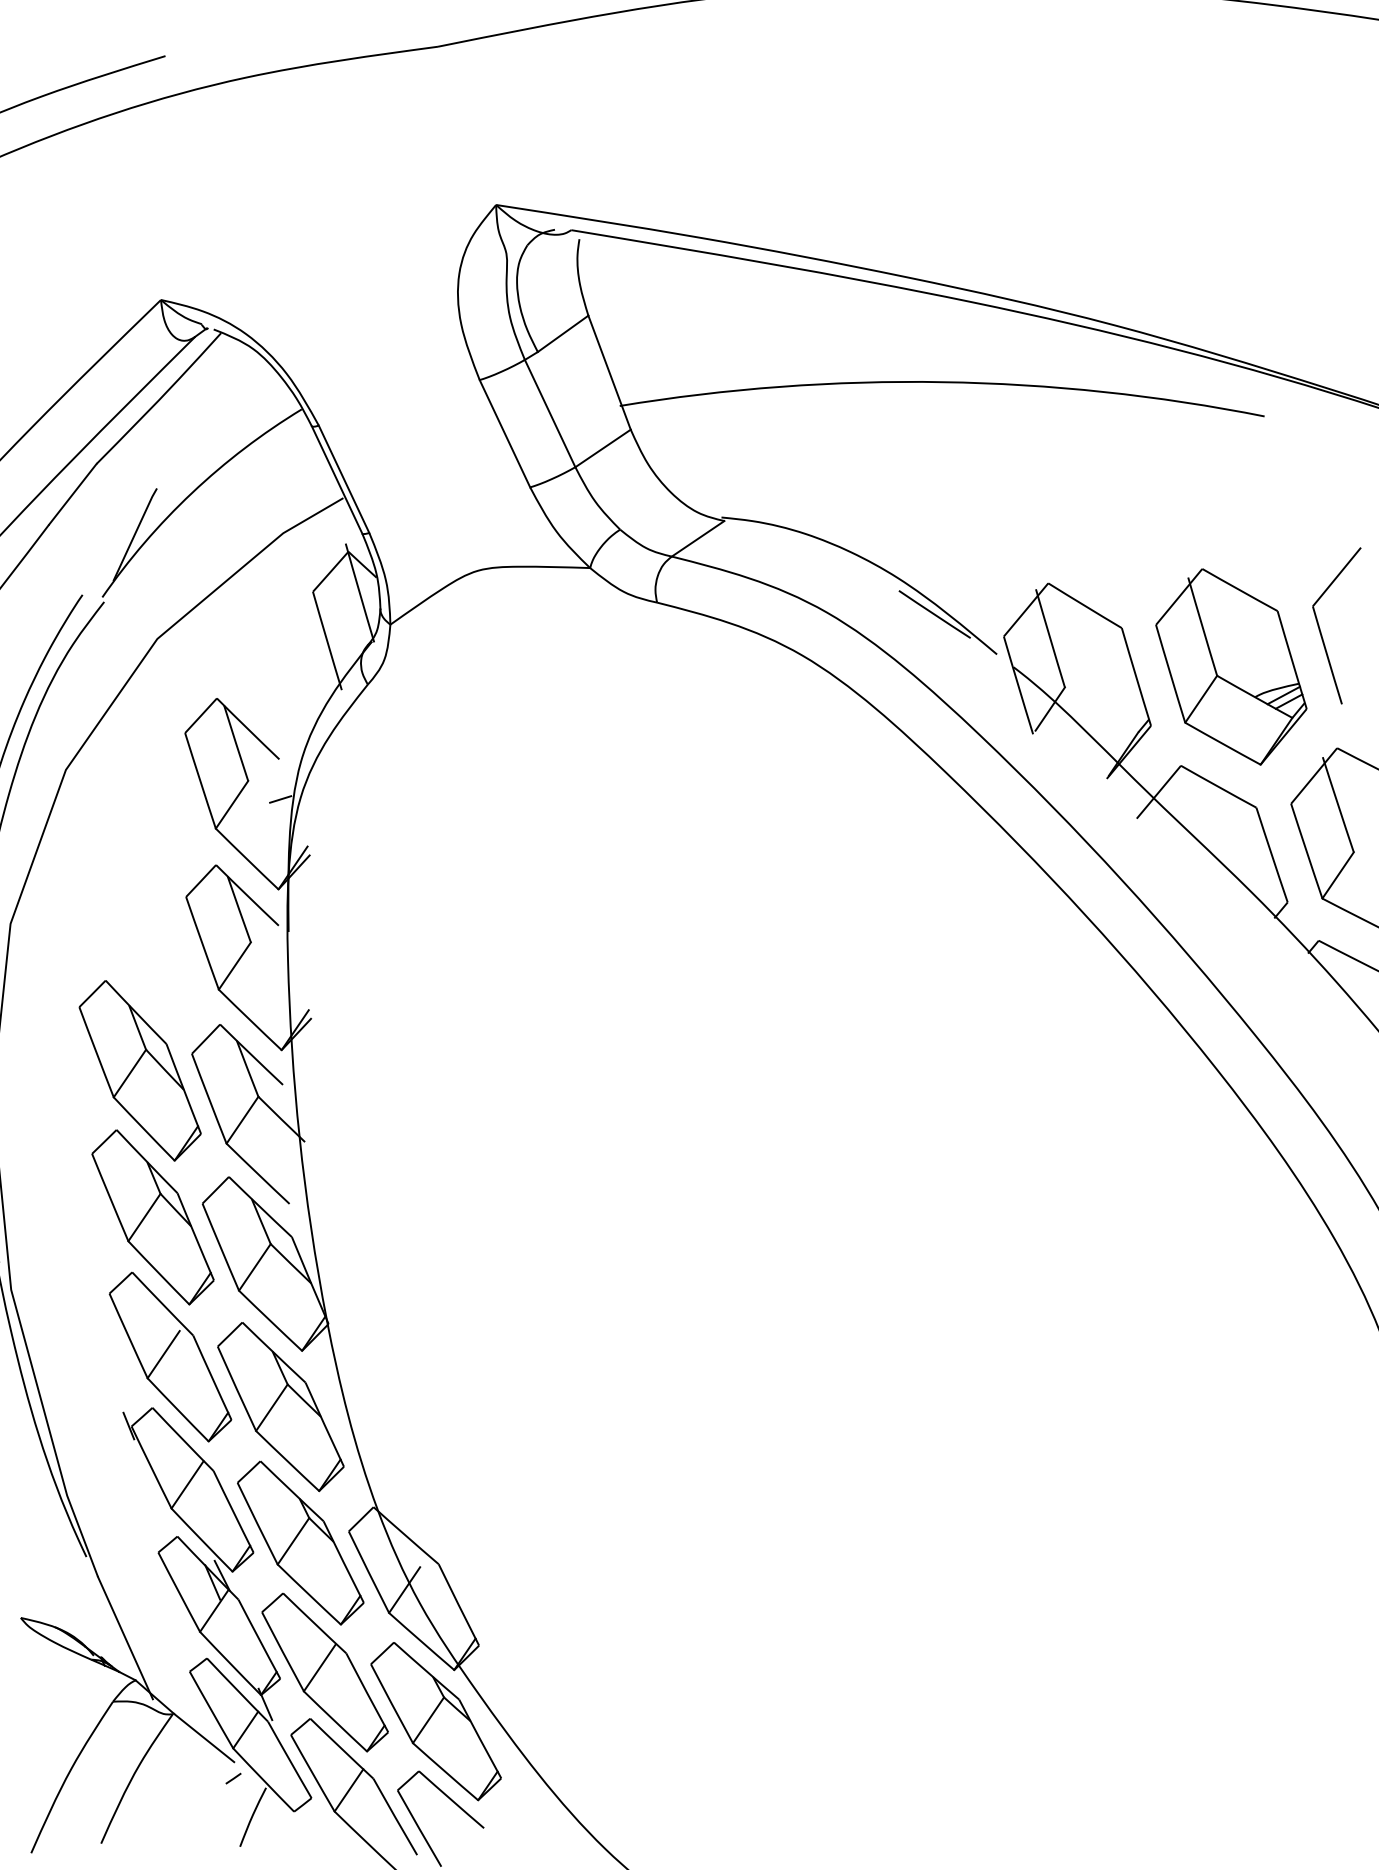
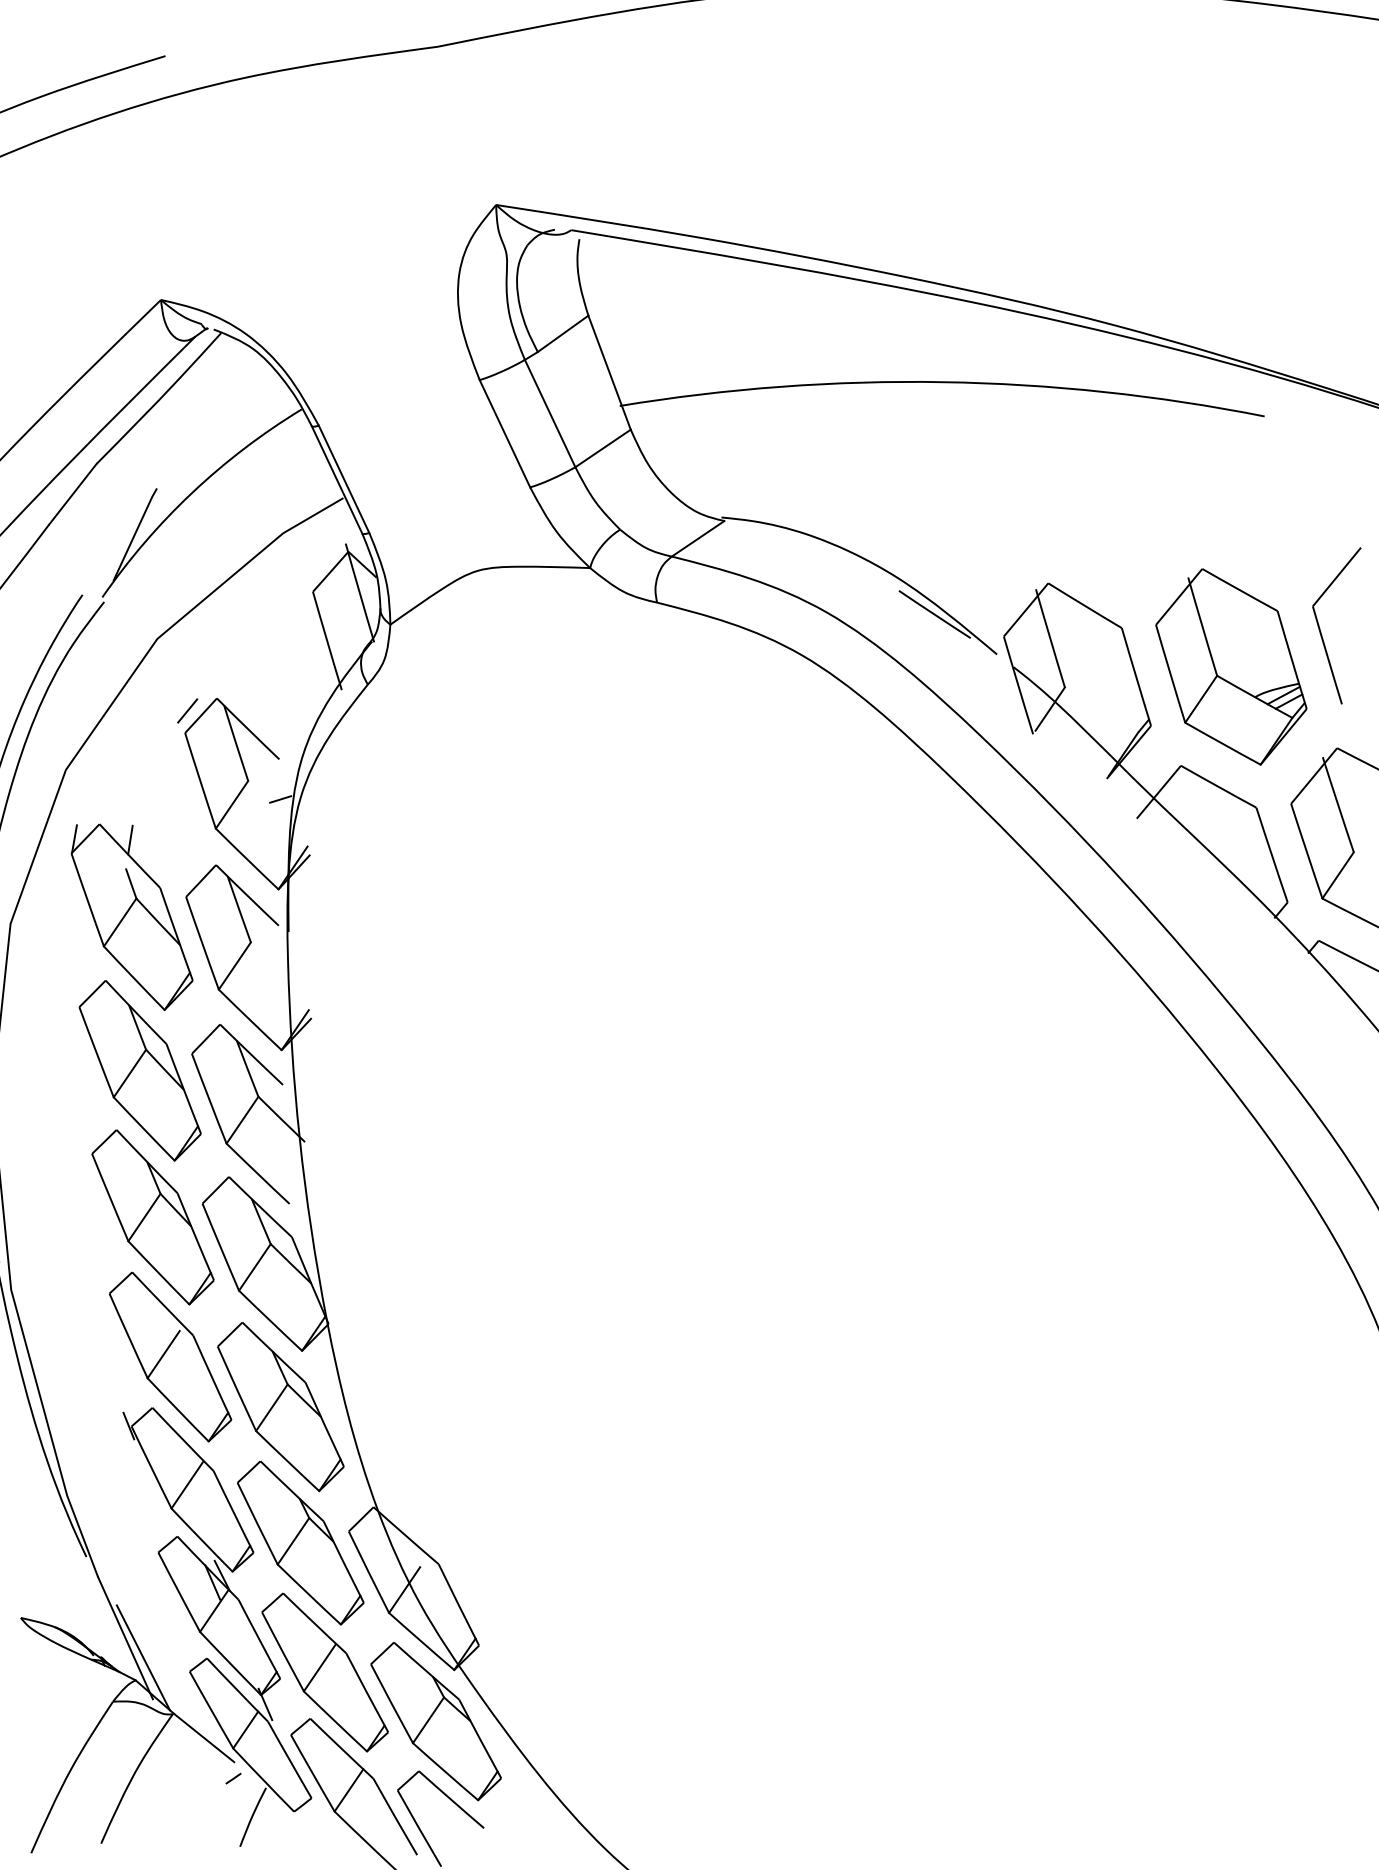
line at (187, 710): none -> present
part at (131, 916): none -> present
line at (142, 1657): none -> present
